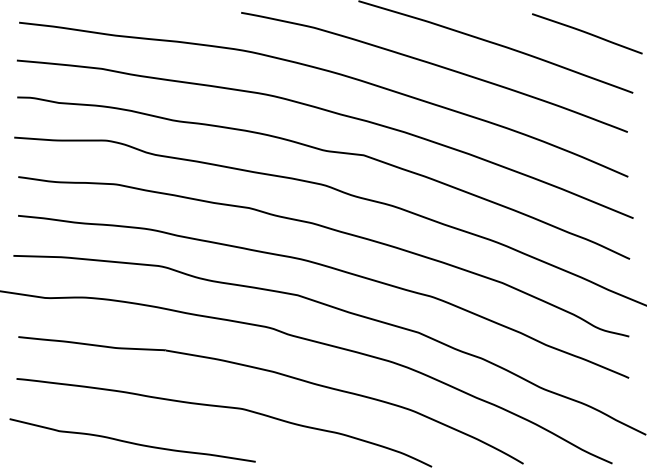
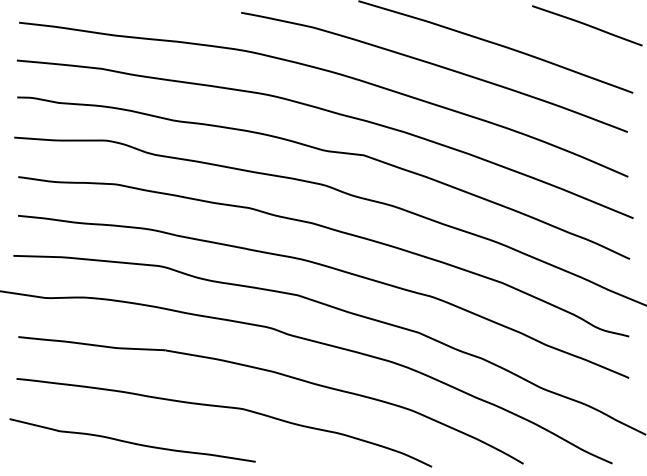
curve at (587, 33) position: (587, 33) -> (587, 25)
